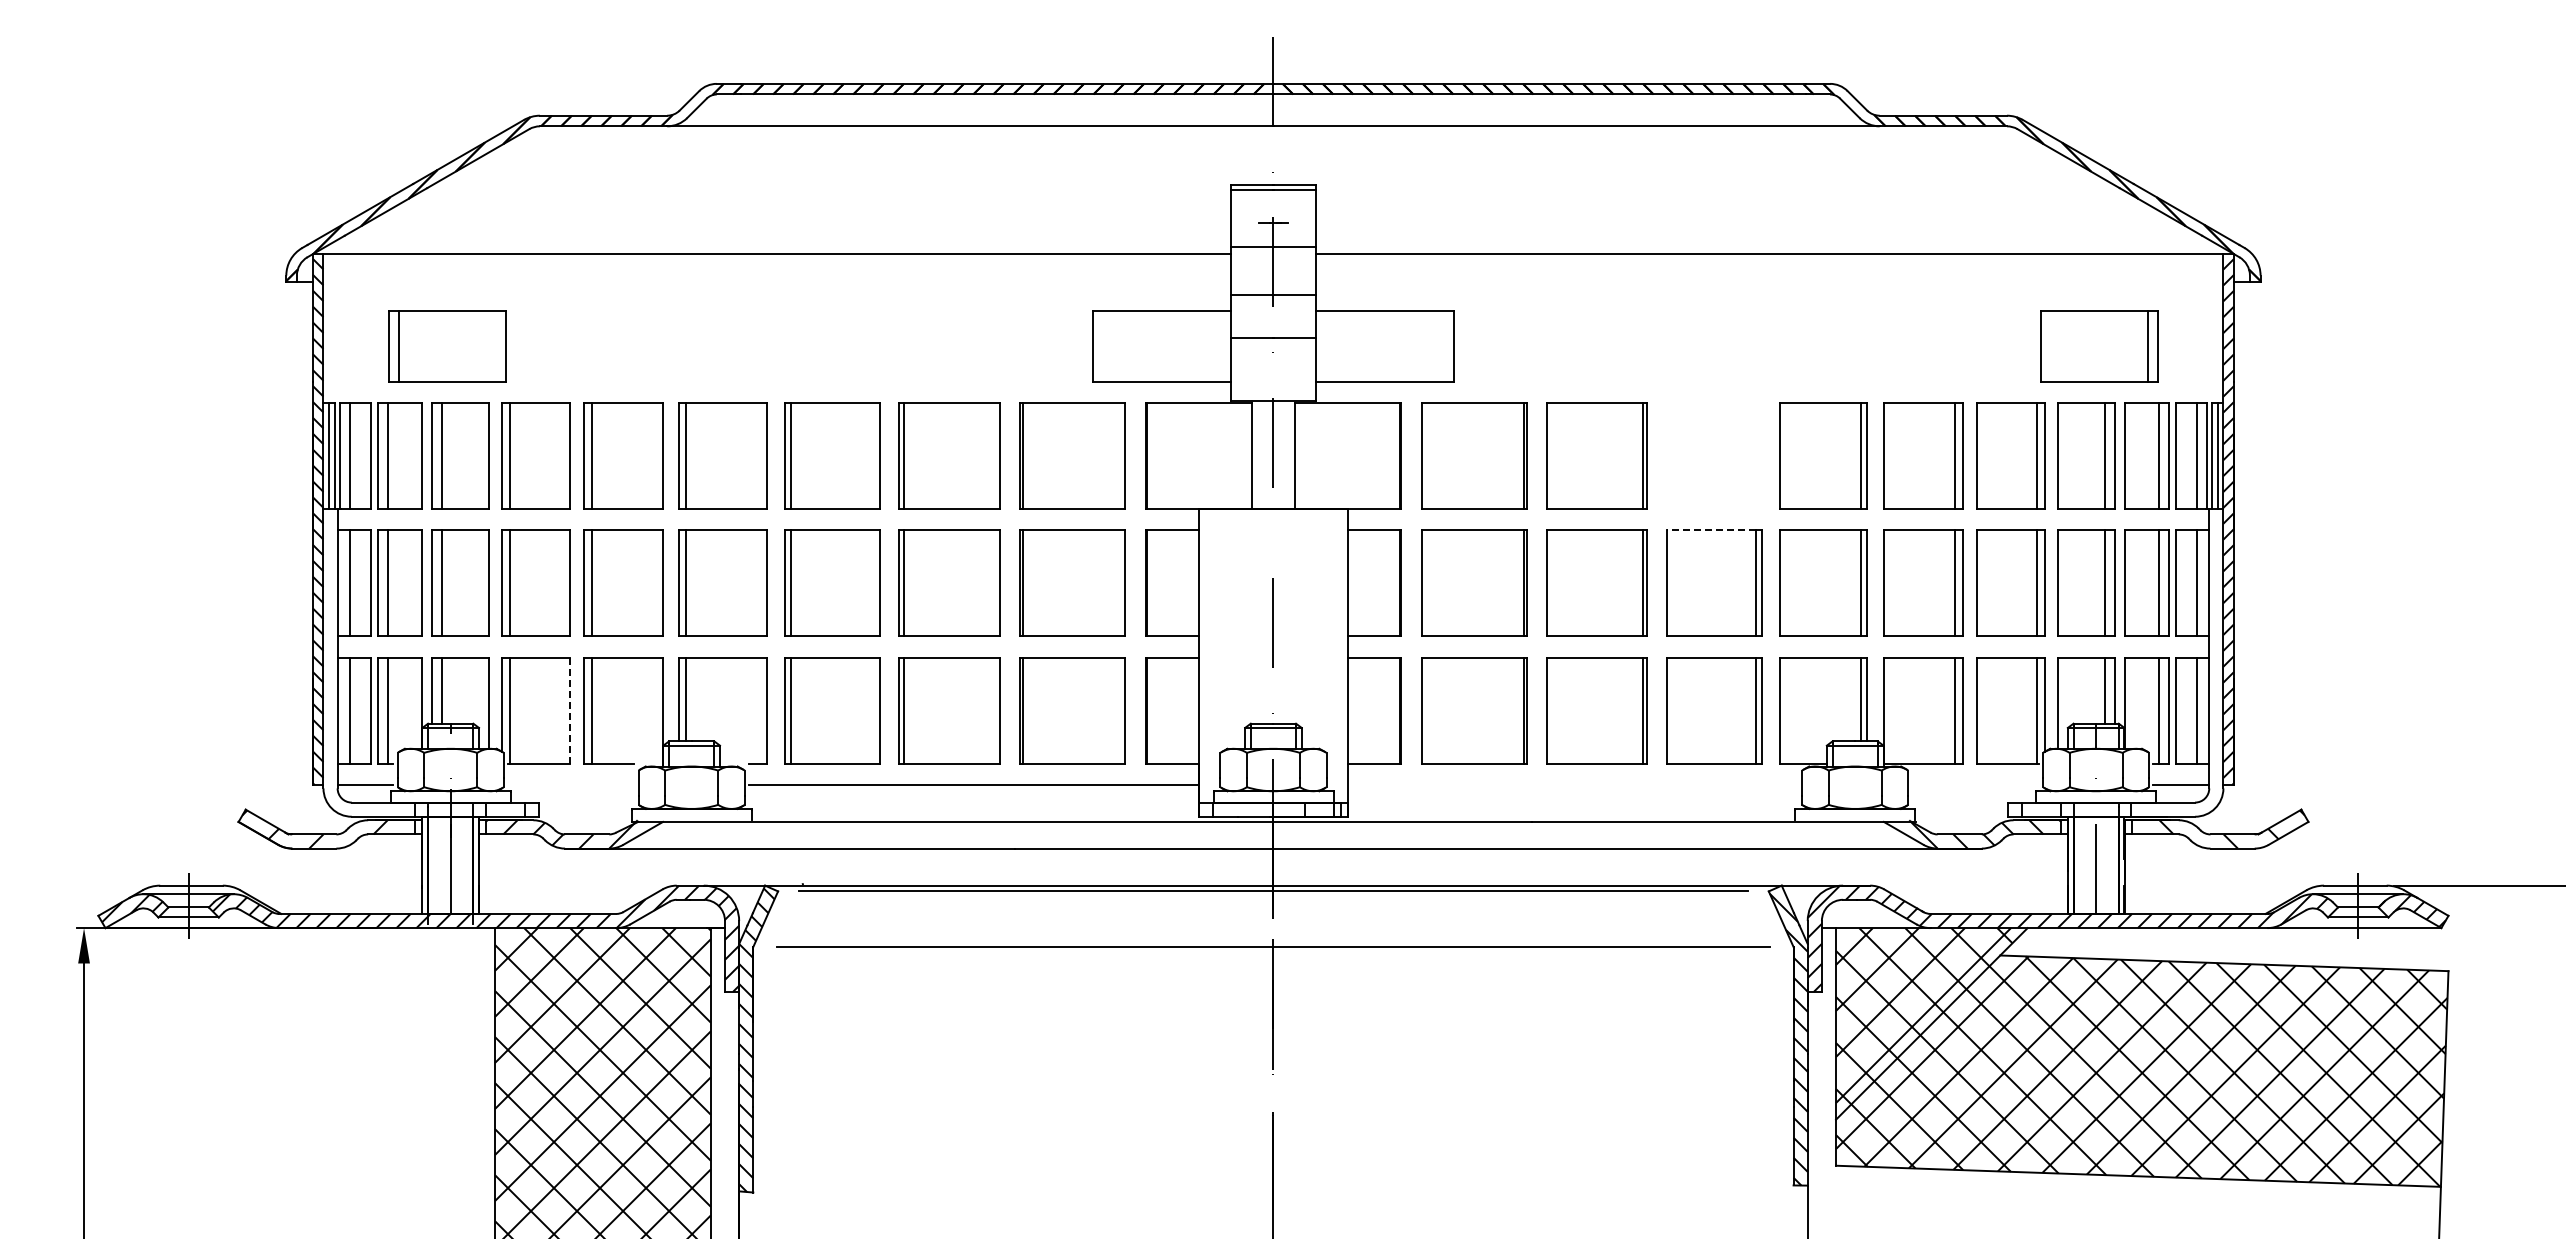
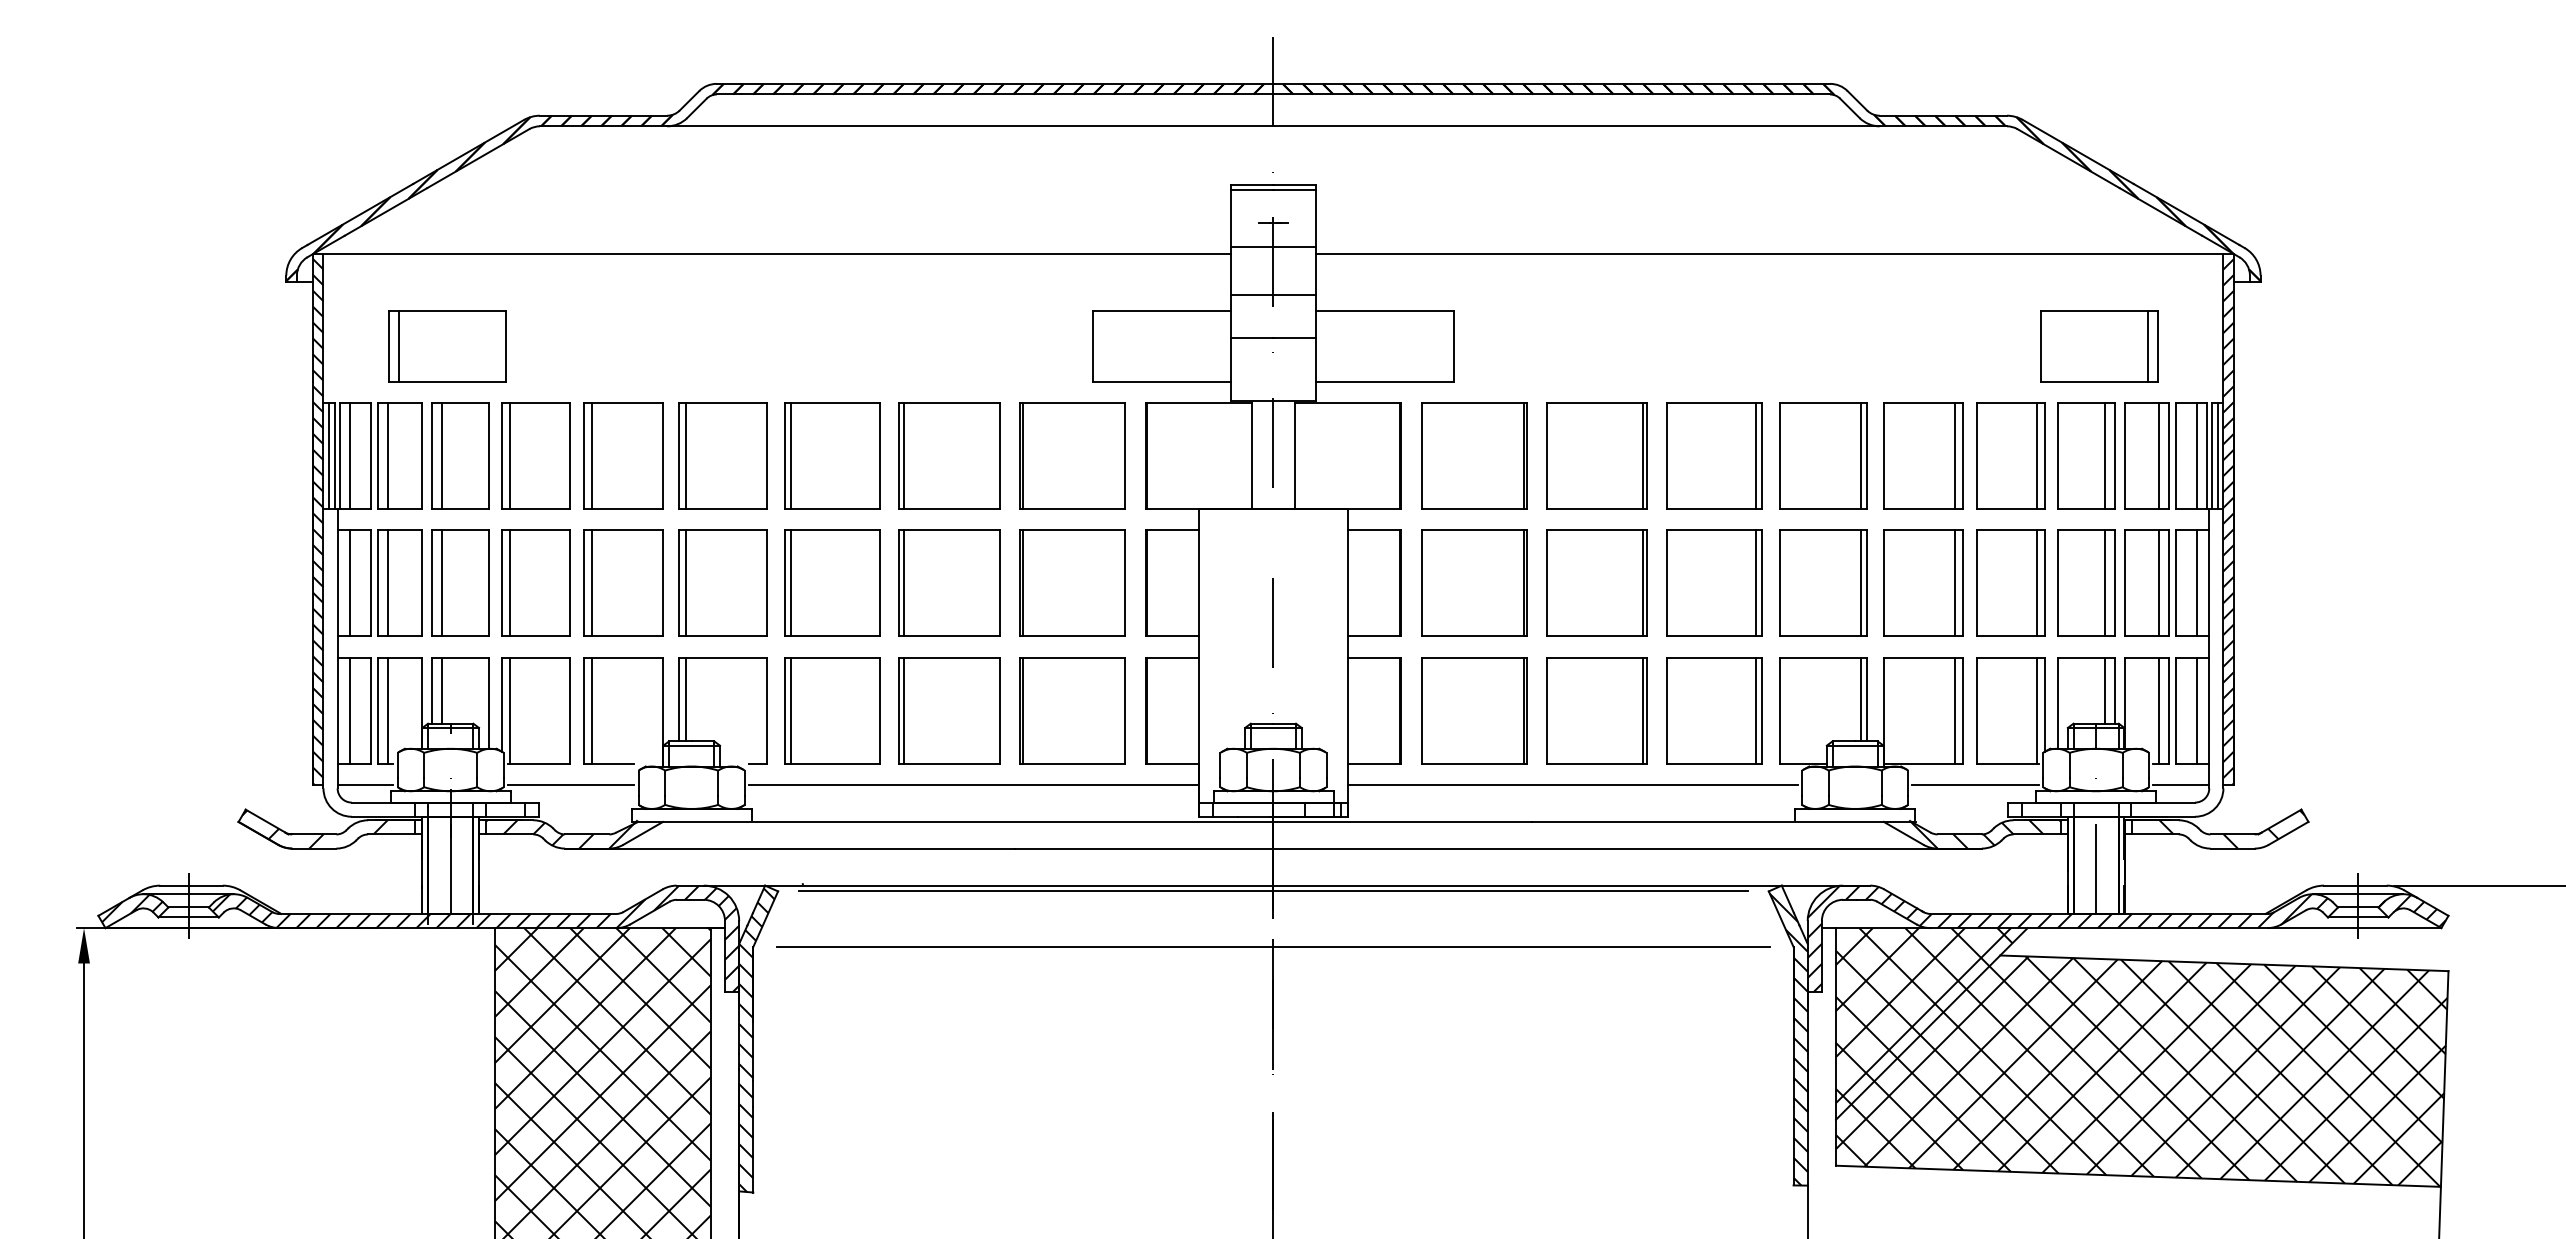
part at (1714, 455): none -> present
line at (1711, 530): dashed -> solid
line at (569, 710): dashed -> solid
line at (570, 784): none -> present
line at (1572, 784): none -> present
line at (1975, 784): none -> present
